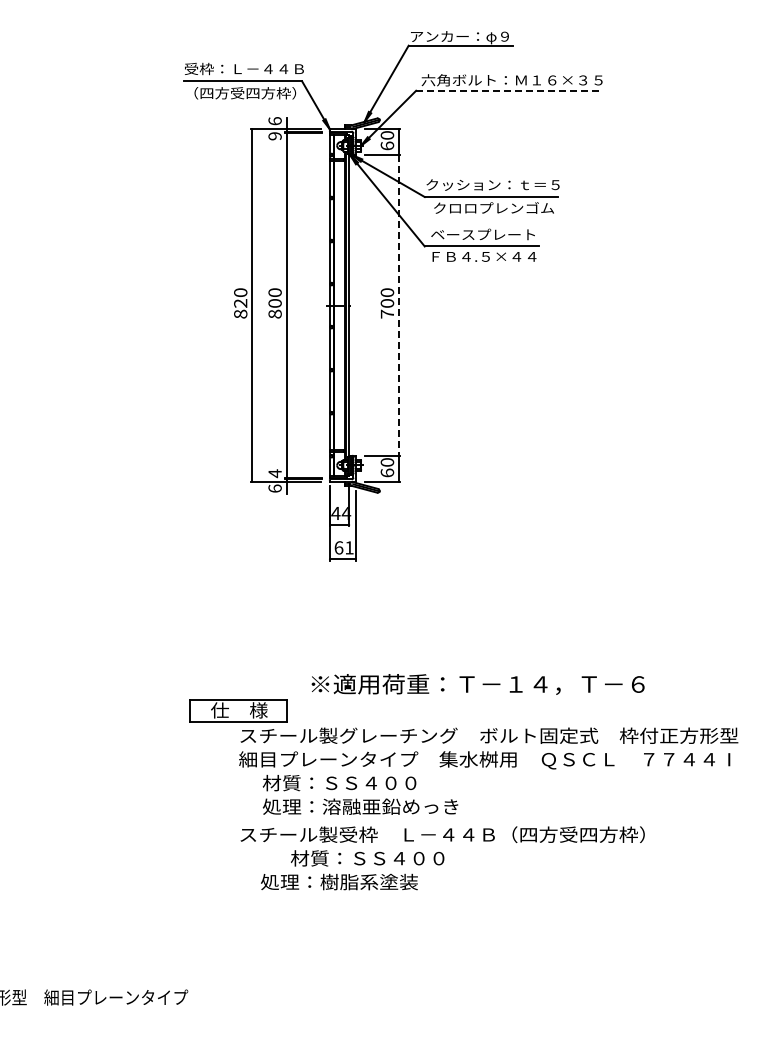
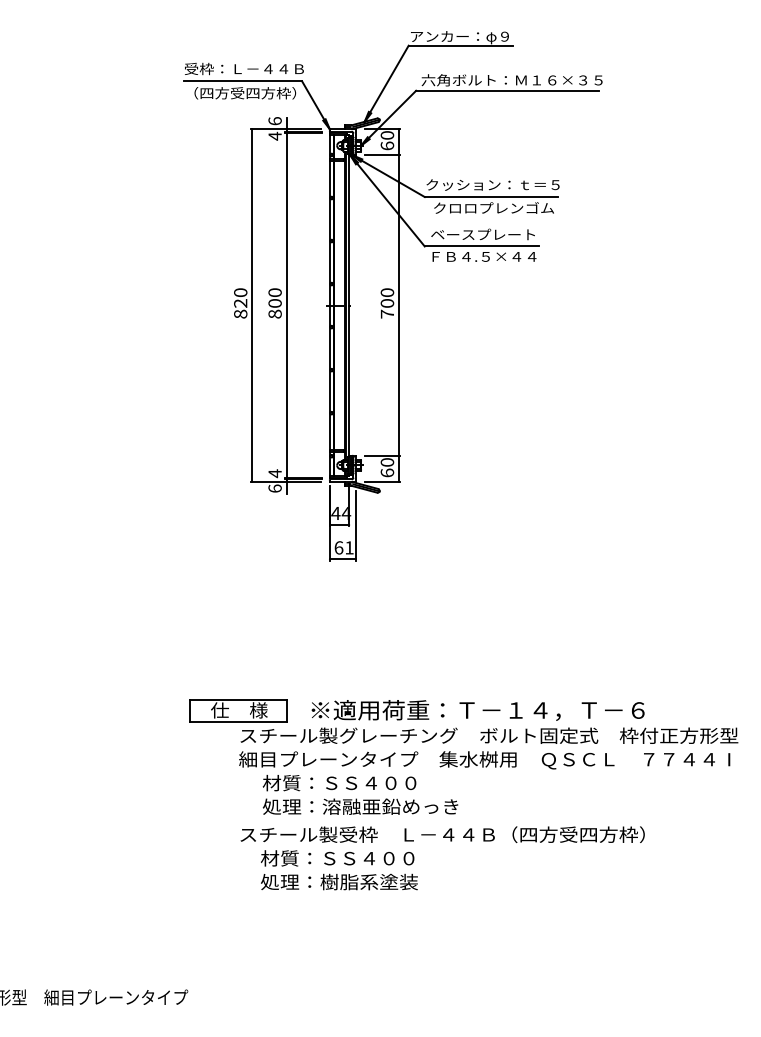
line at (507, 90): dashed -> solid
text at (274, 135): 9 -> 4
line at (399, 305): dashed -> solid
text at (477, 684) position: (477, 684) -> (477, 710)
text at (367, 858) position: (367, 858) -> (337, 858)
